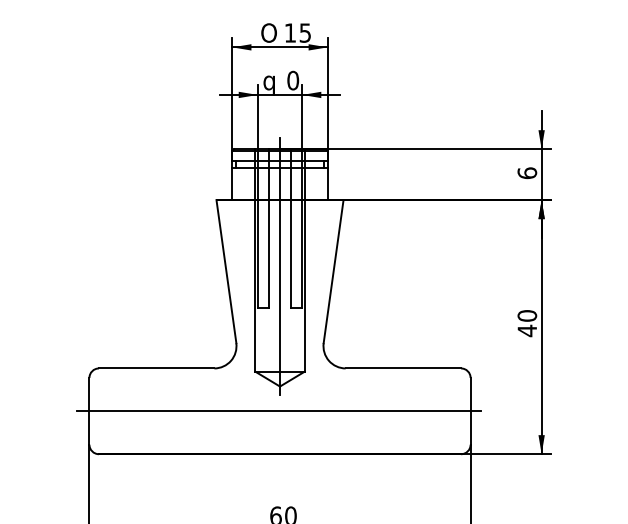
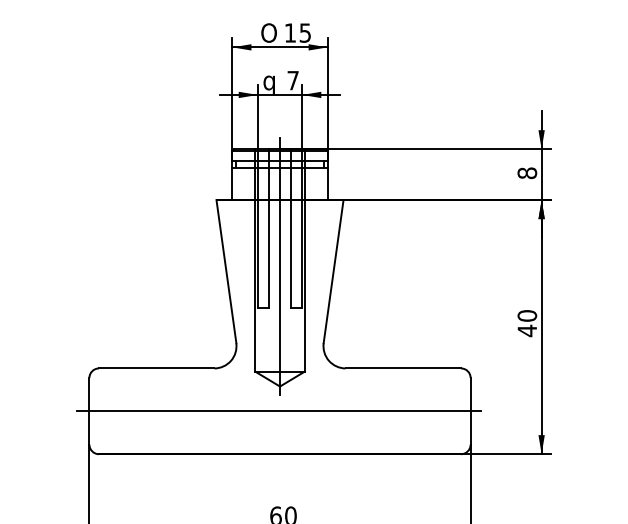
text at (293, 80): 0 -> 7
text at (527, 173): 6 -> 8
